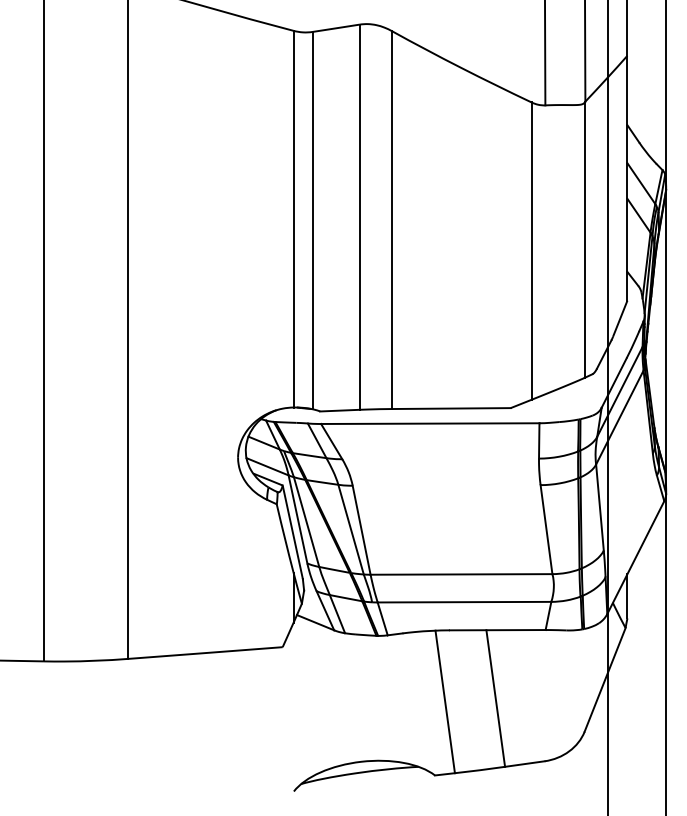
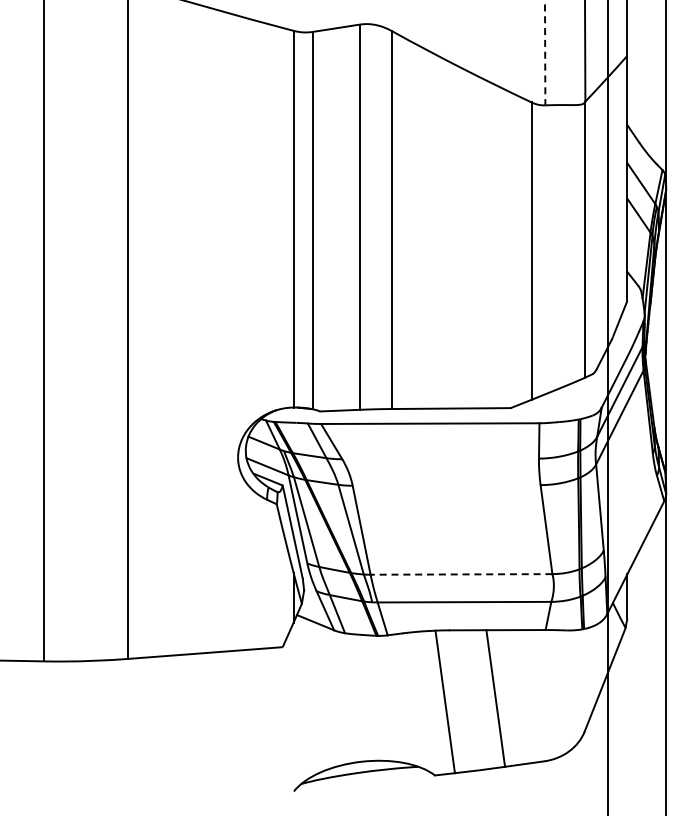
line at (545, 53): solid -> dashed
line at (461, 574): solid -> dashed
